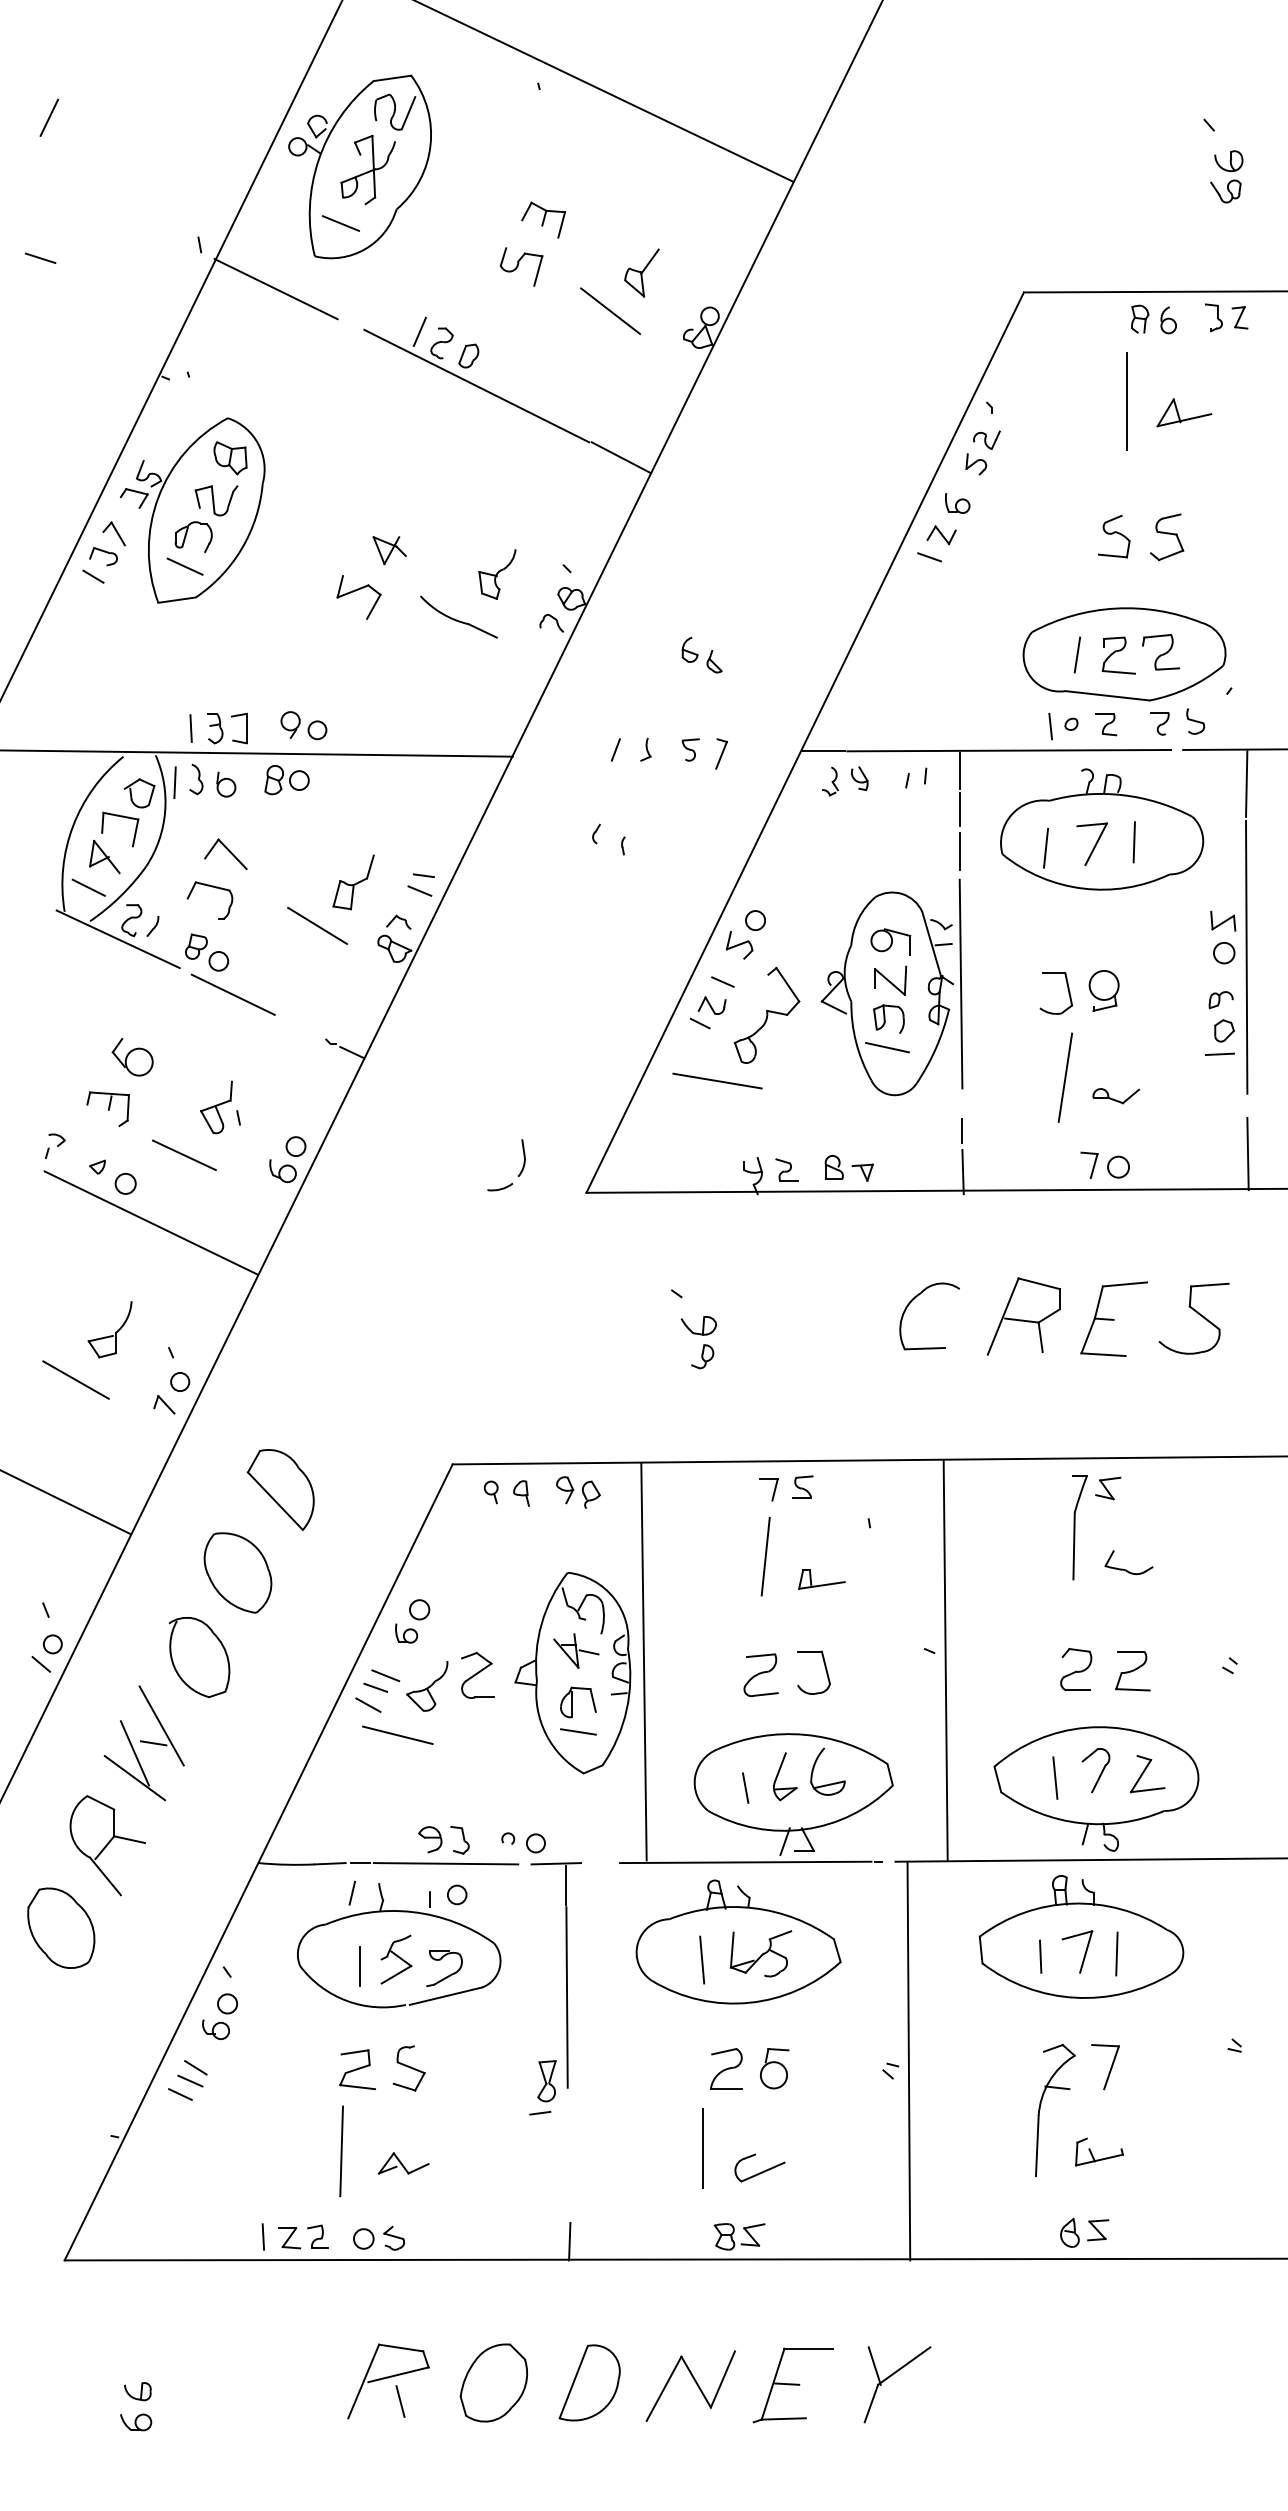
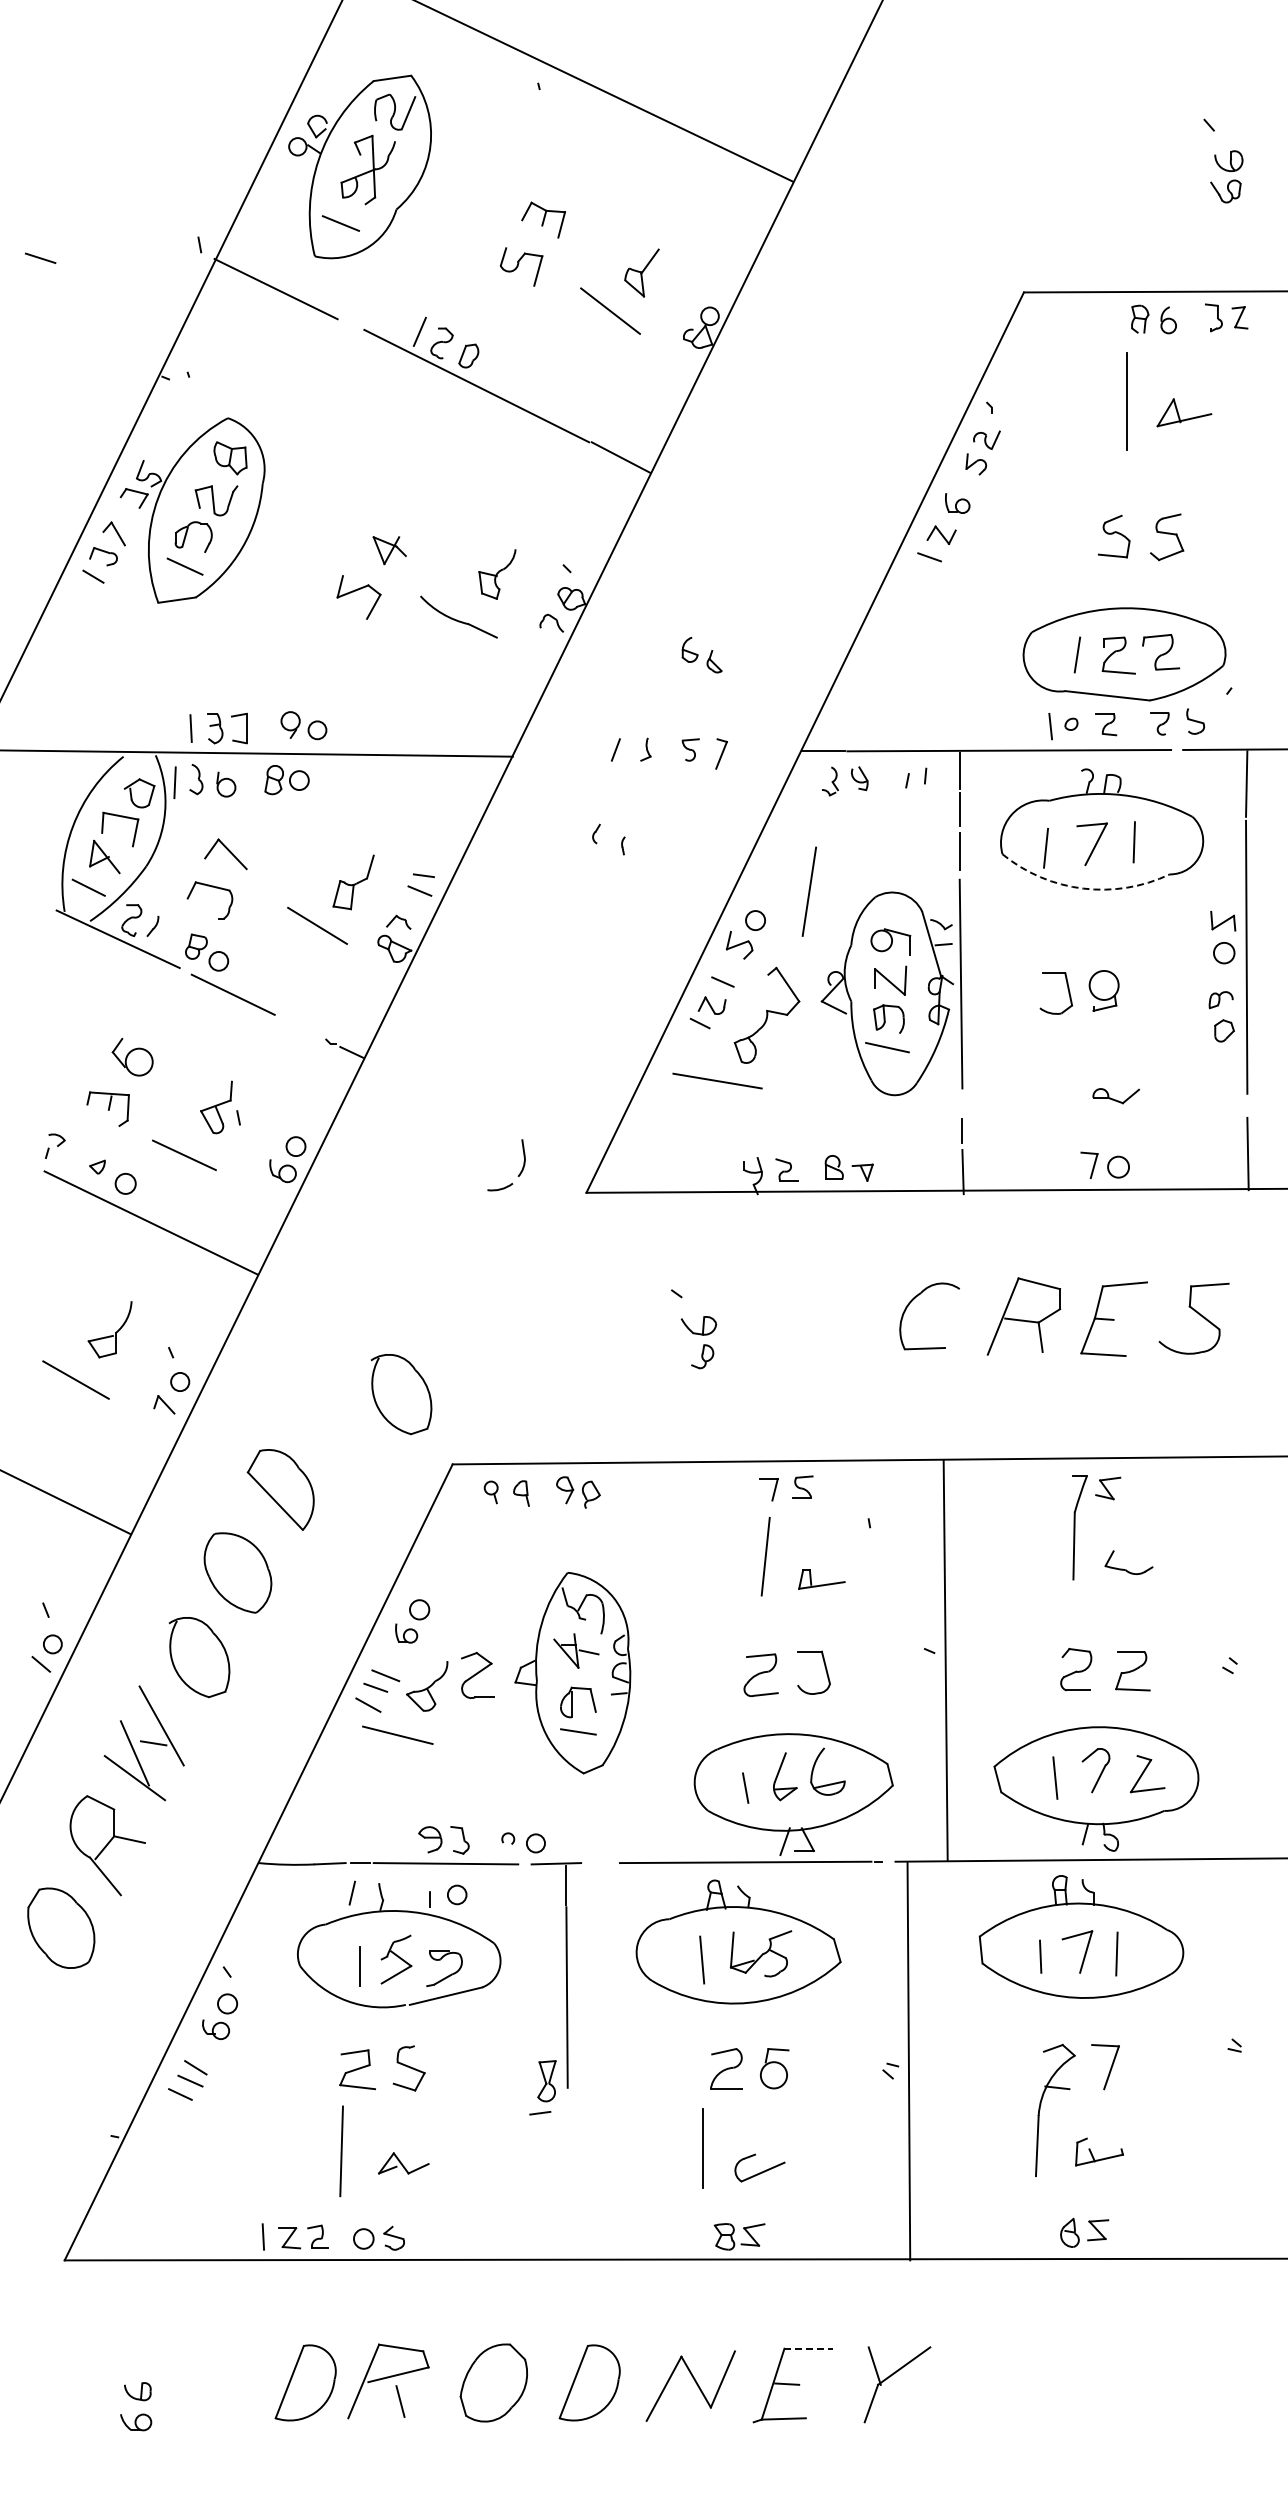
line at (49, 117): present -> none
arc at (1083, 888): solid -> dashed
line at (1219, 1054): present -> none
line at (1064, 1077) position: (1064, 1077) -> (808, 891)
part at (401, 1394): none -> present
line at (643, 1661): present -> none
line at (569, 2241): present -> none
line at (809, 2348): solid -> dashed
part at (305, 2382): none -> present
